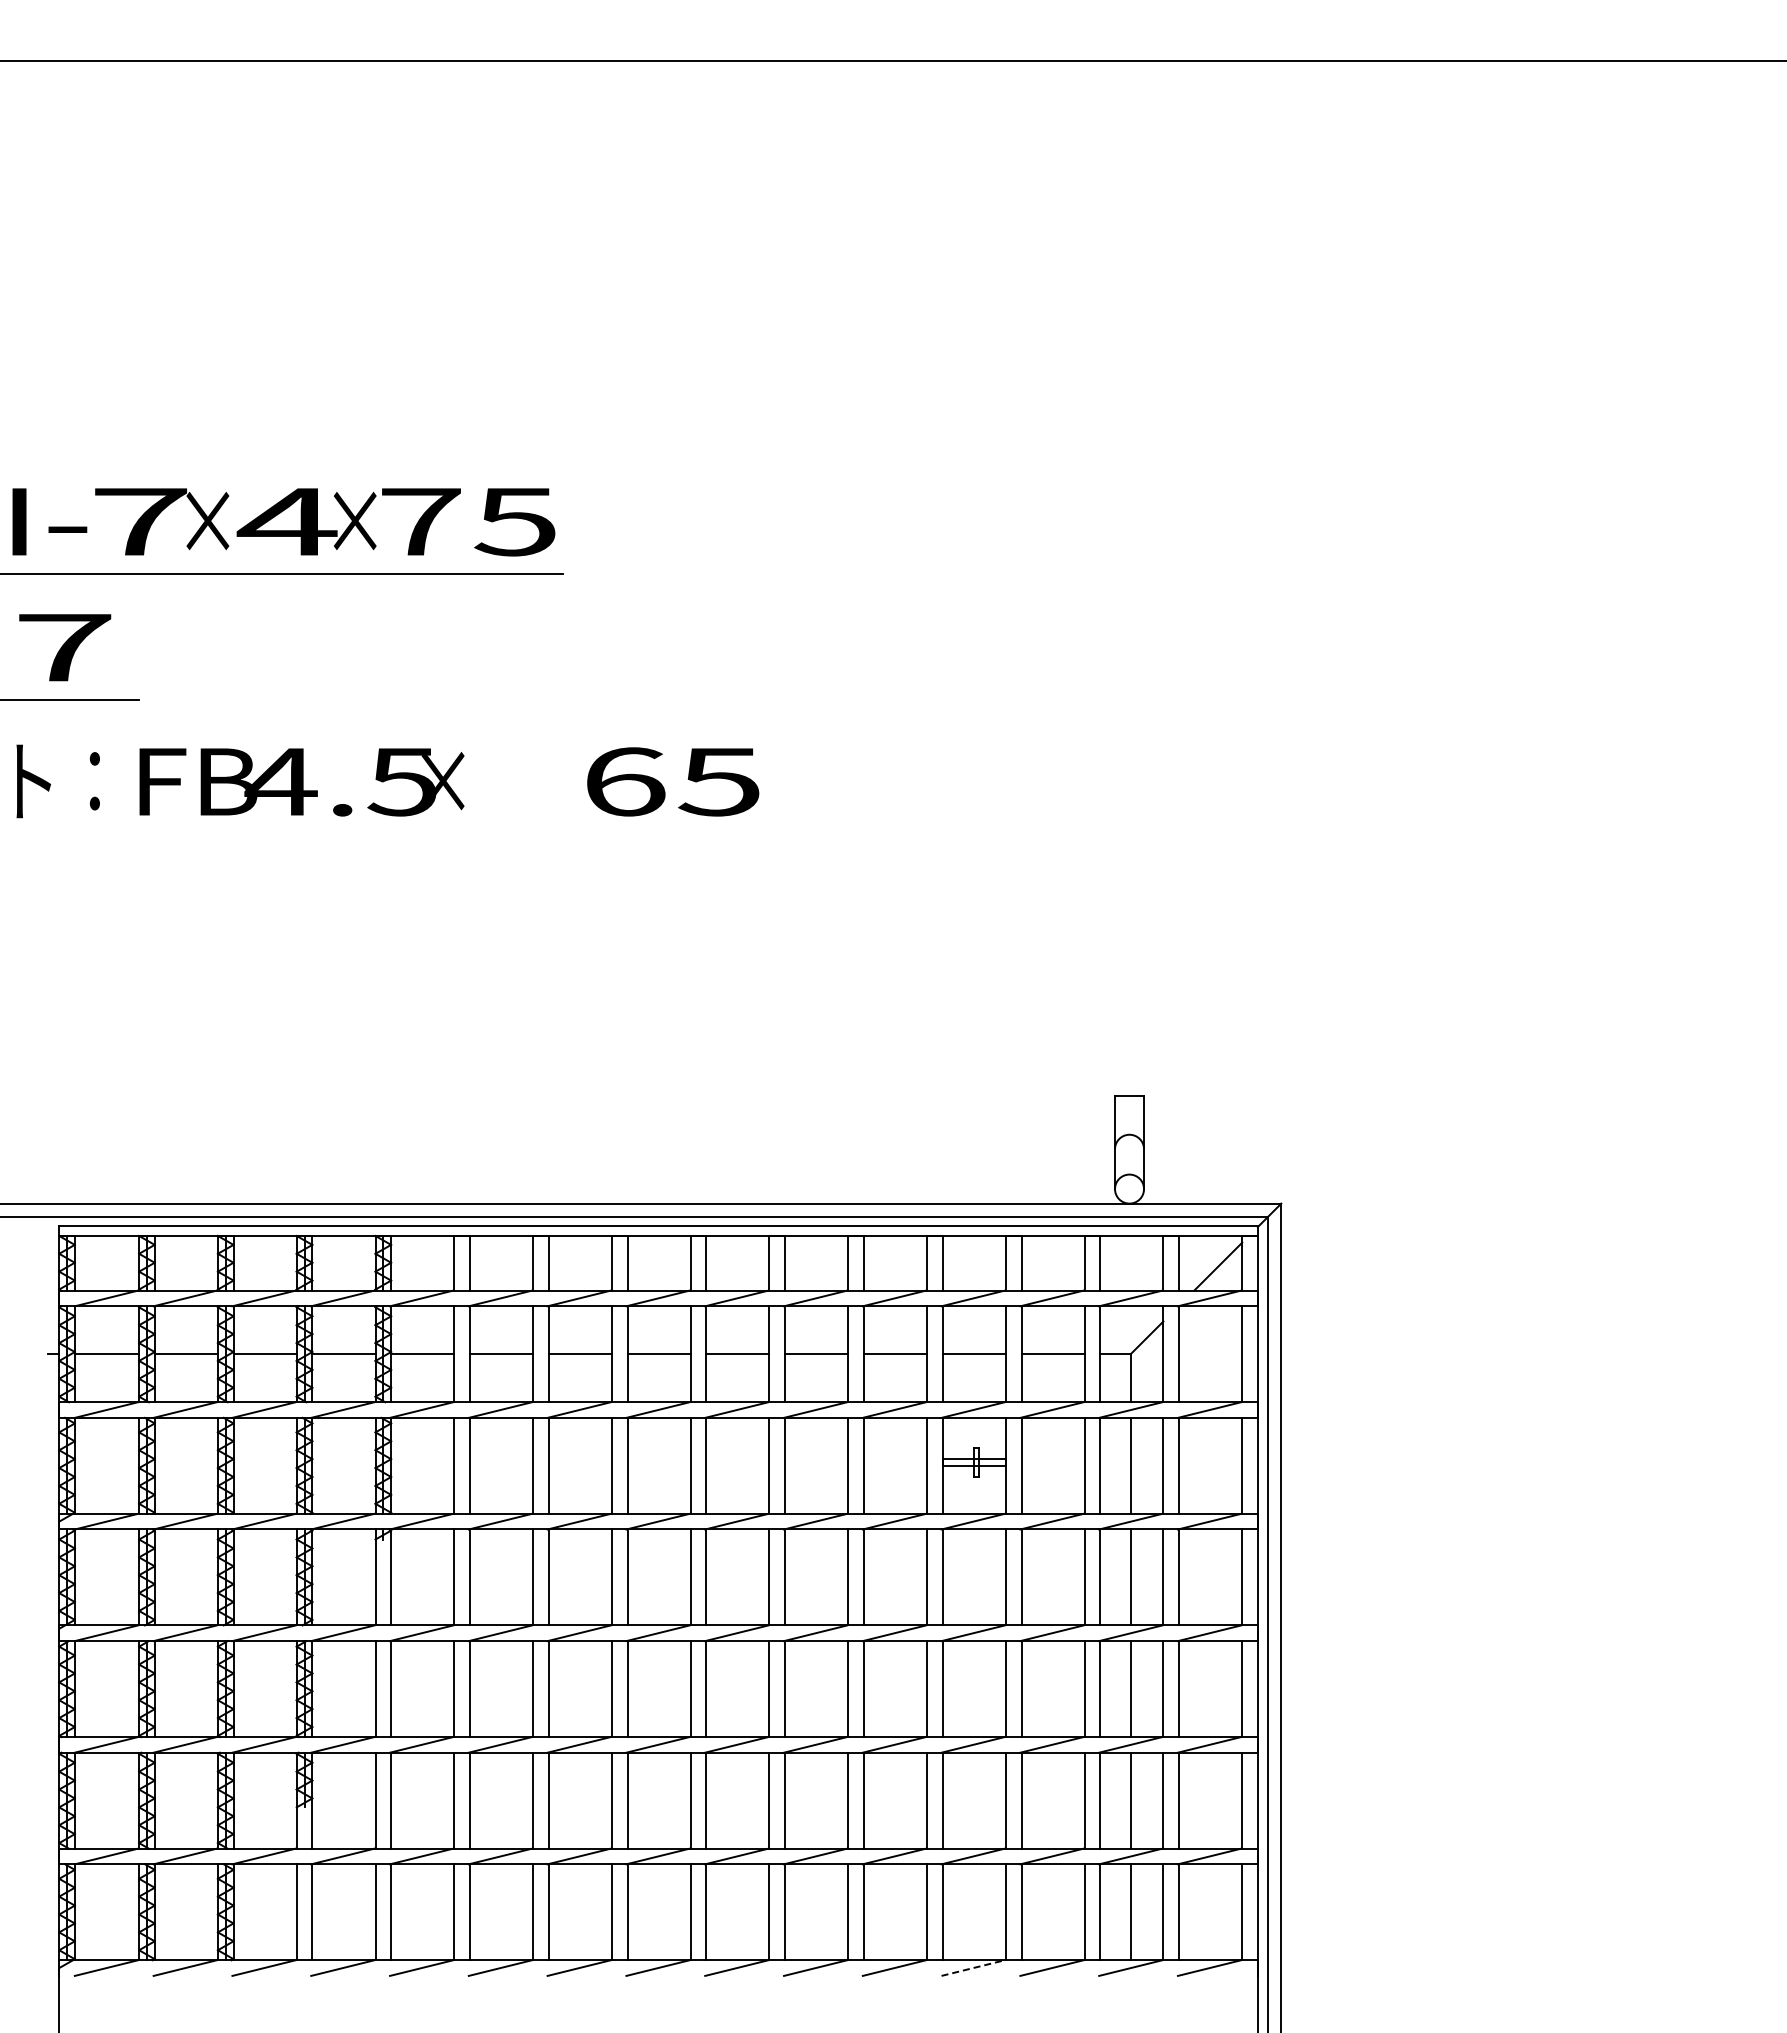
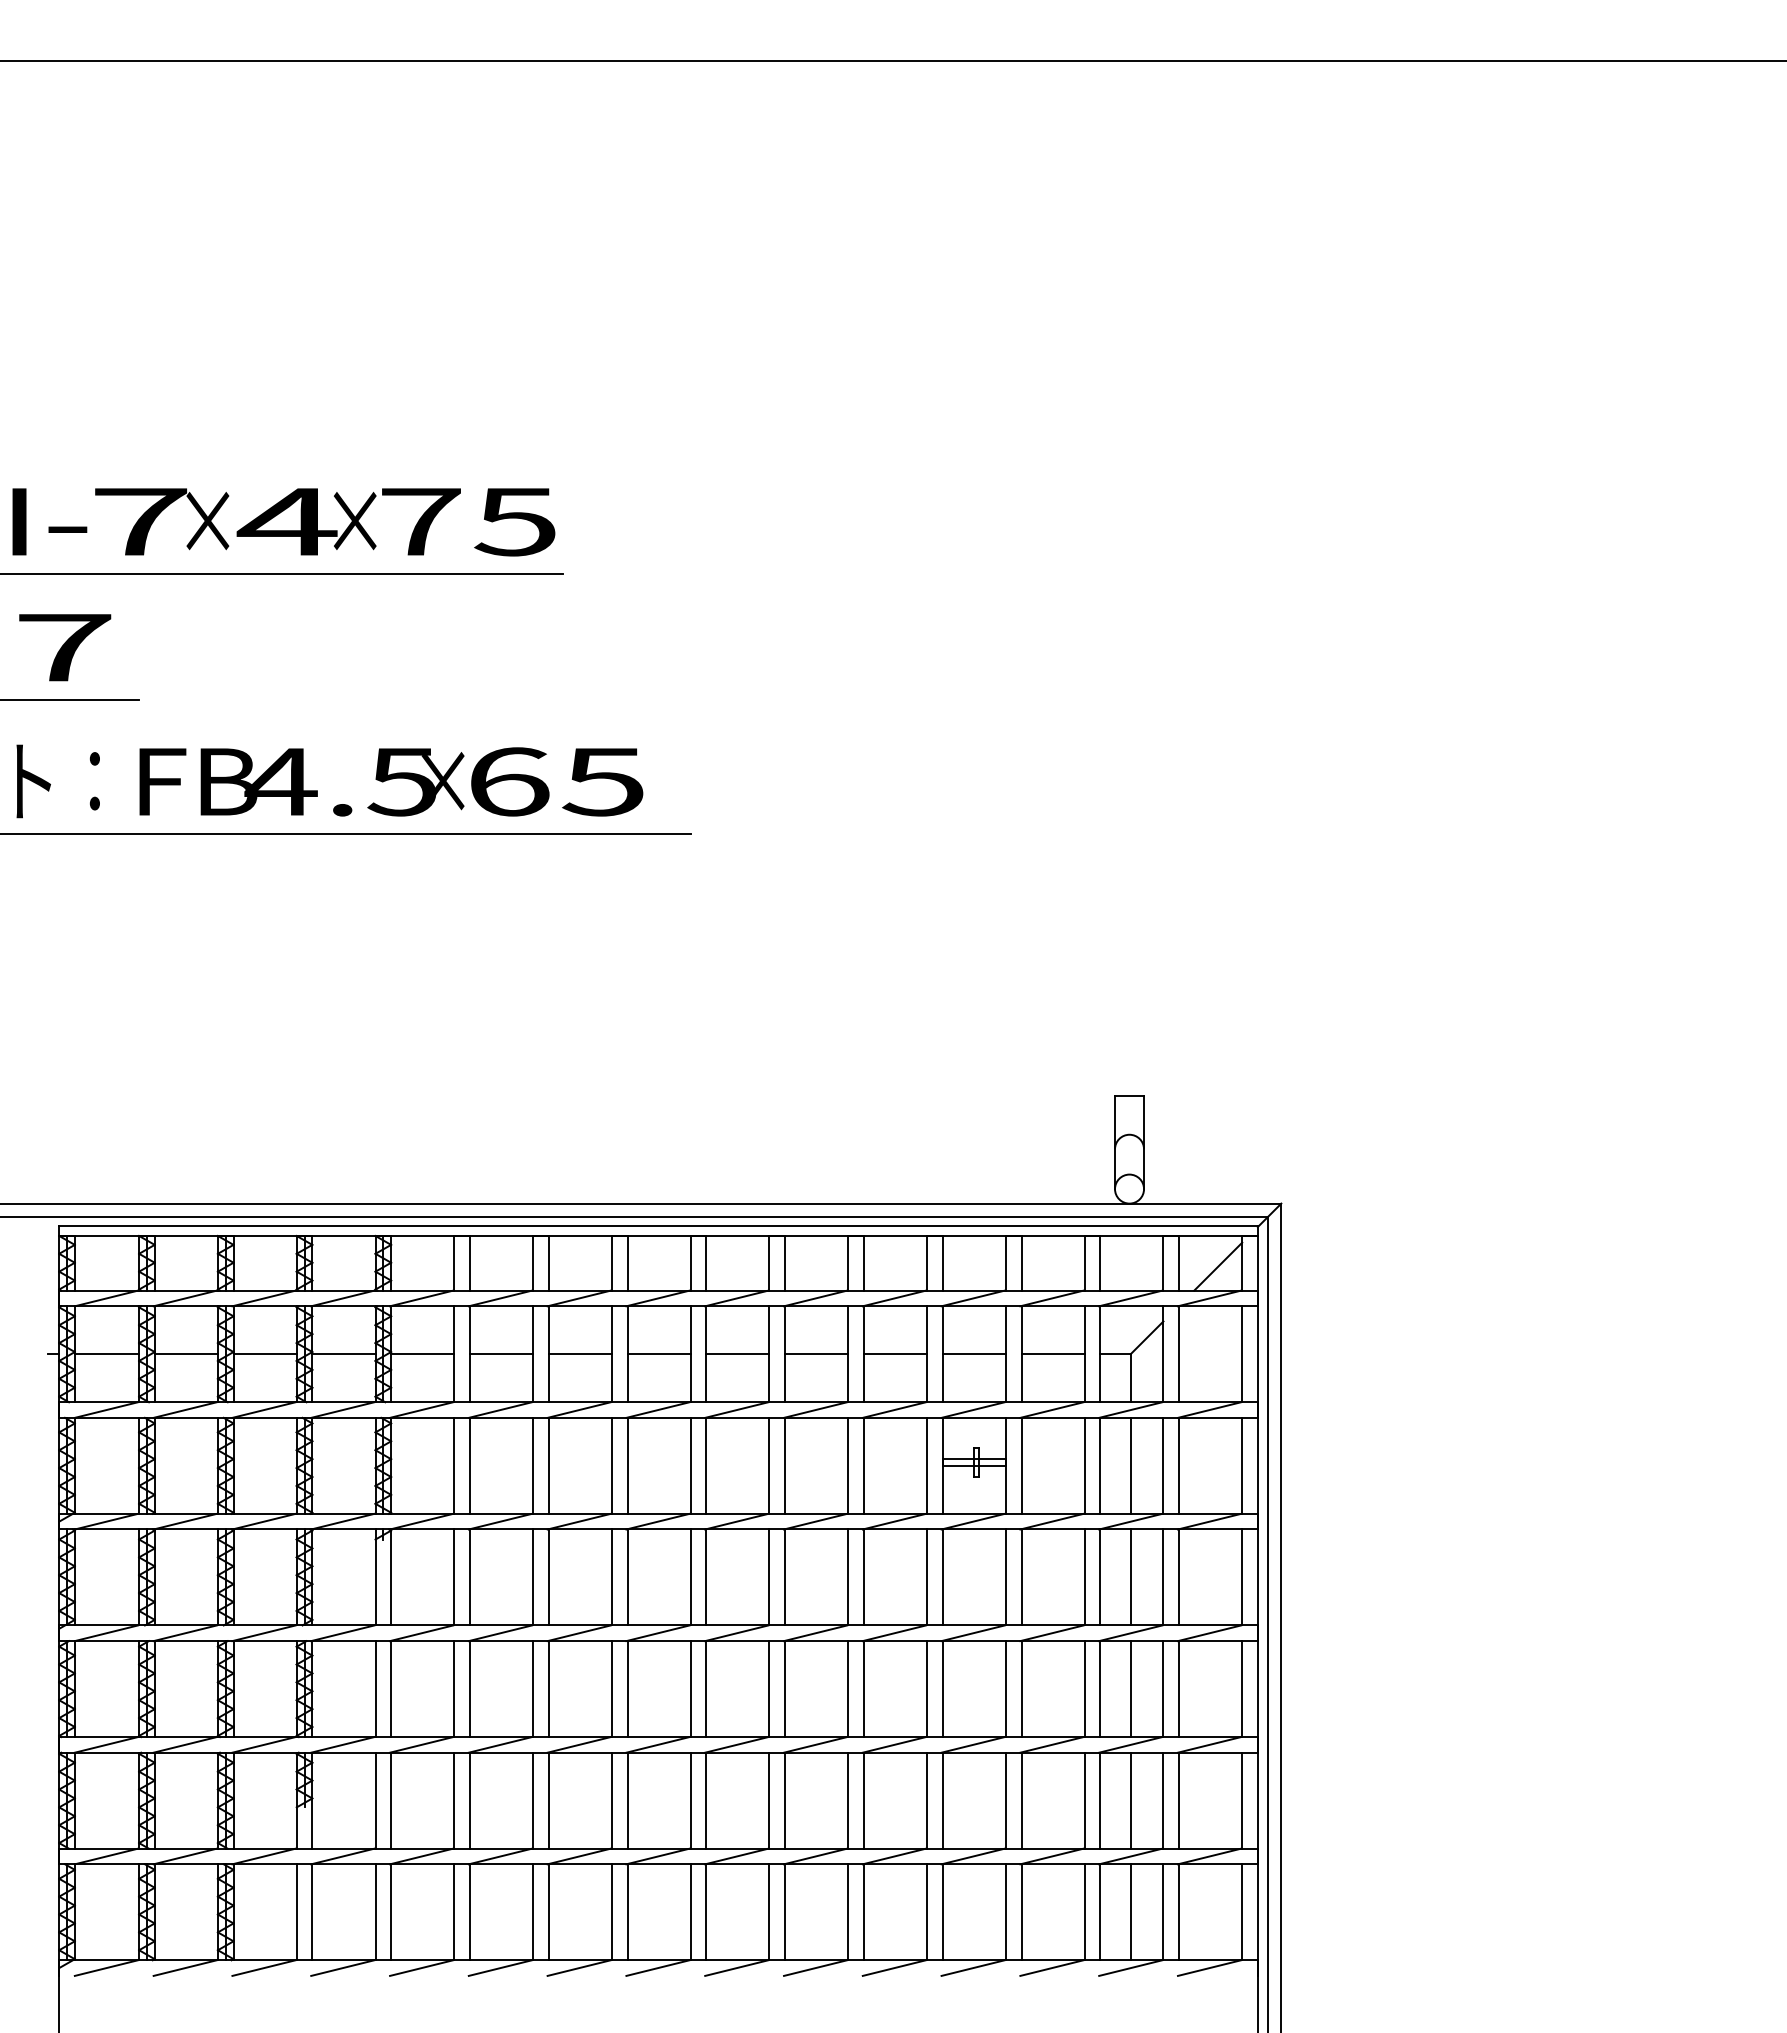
text at (673, 781) position: (673, 781) -> (557, 781)
line at (346, 834): none -> present
line at (973, 1968): dashed -> solid
